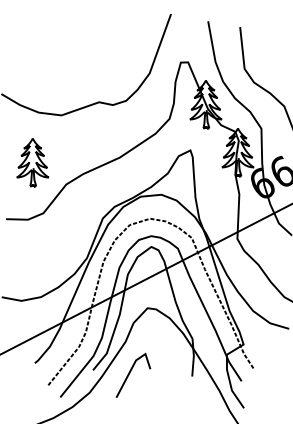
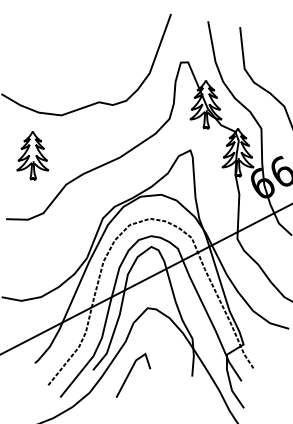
part at (32, 162) position: (32, 162) -> (32, 155)
